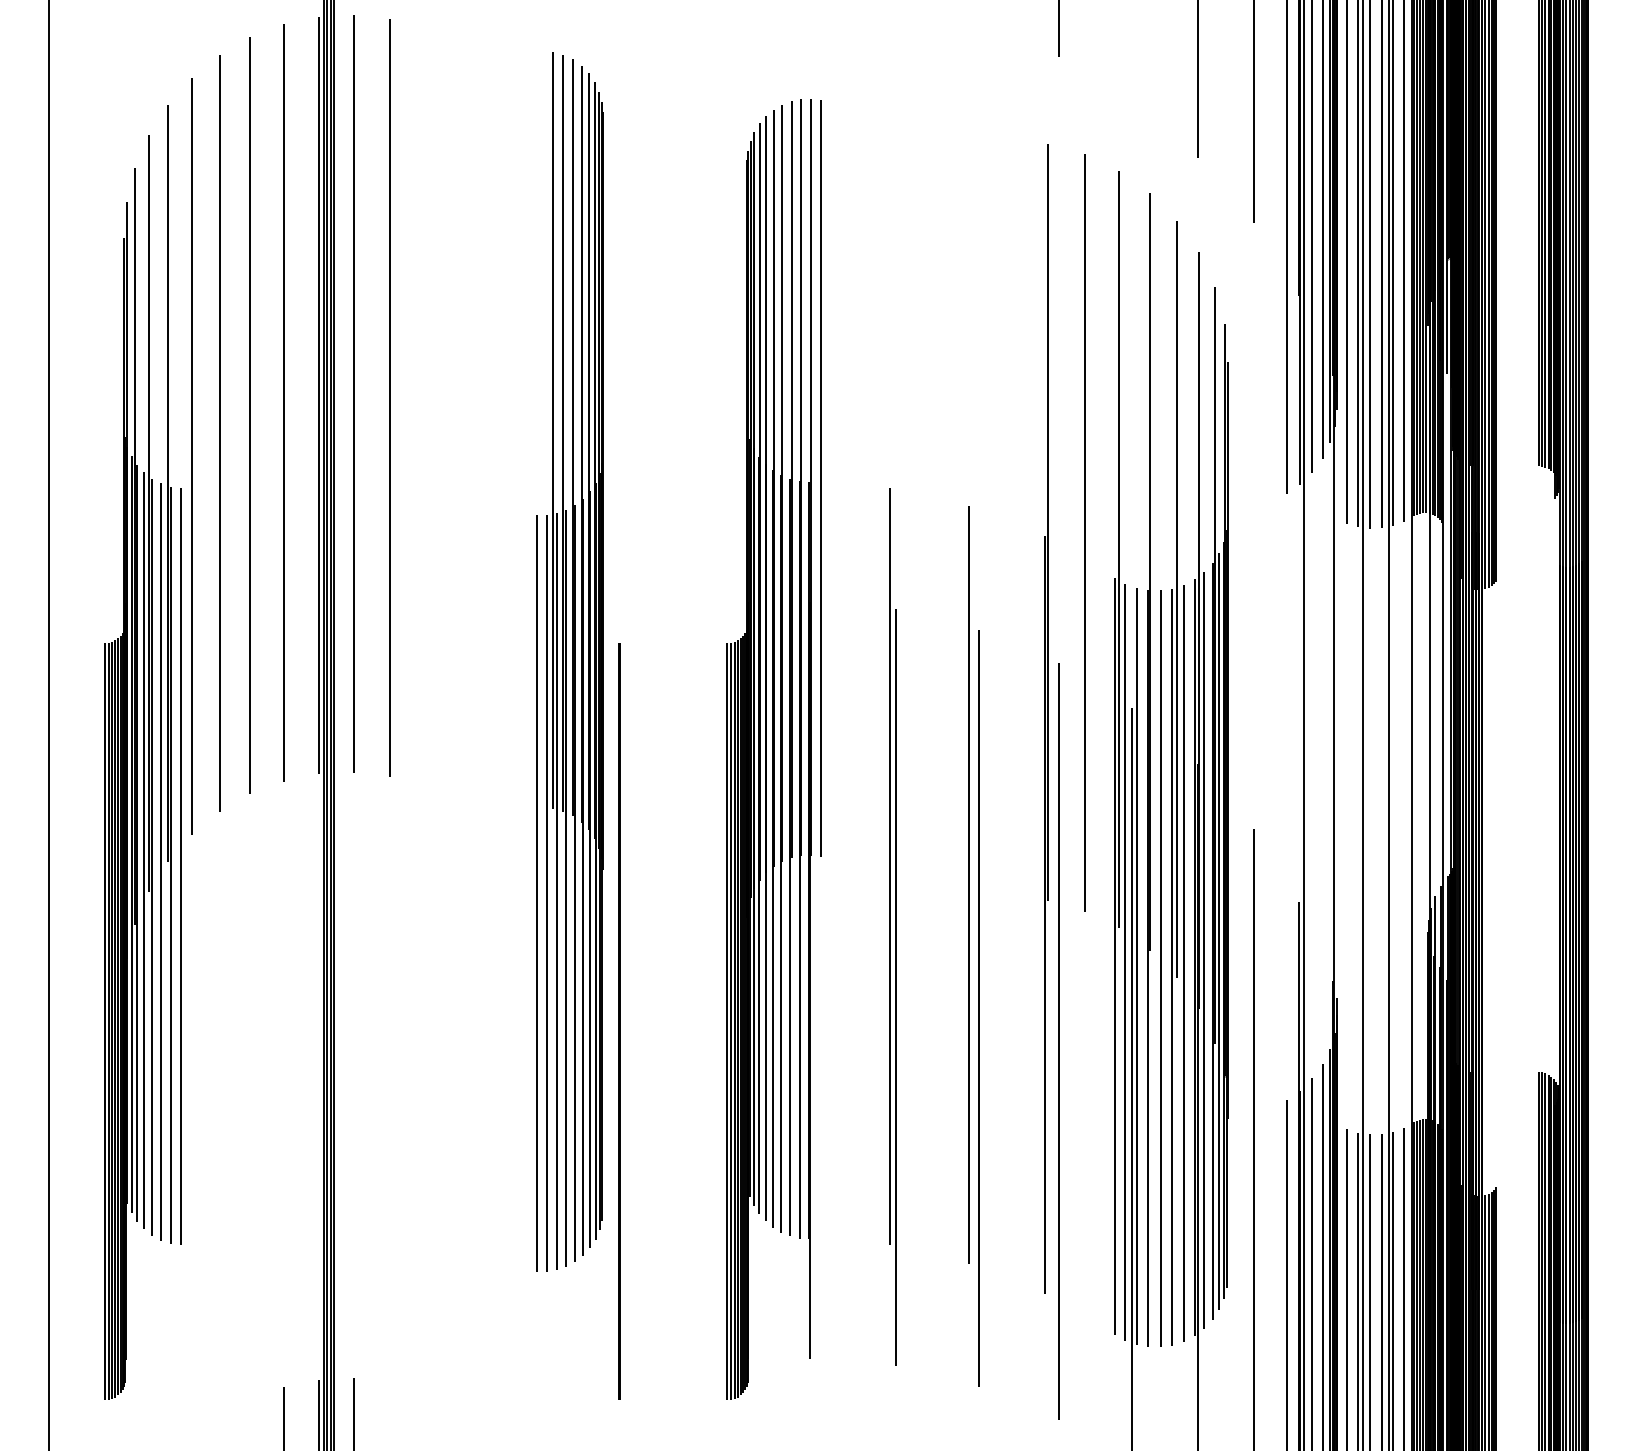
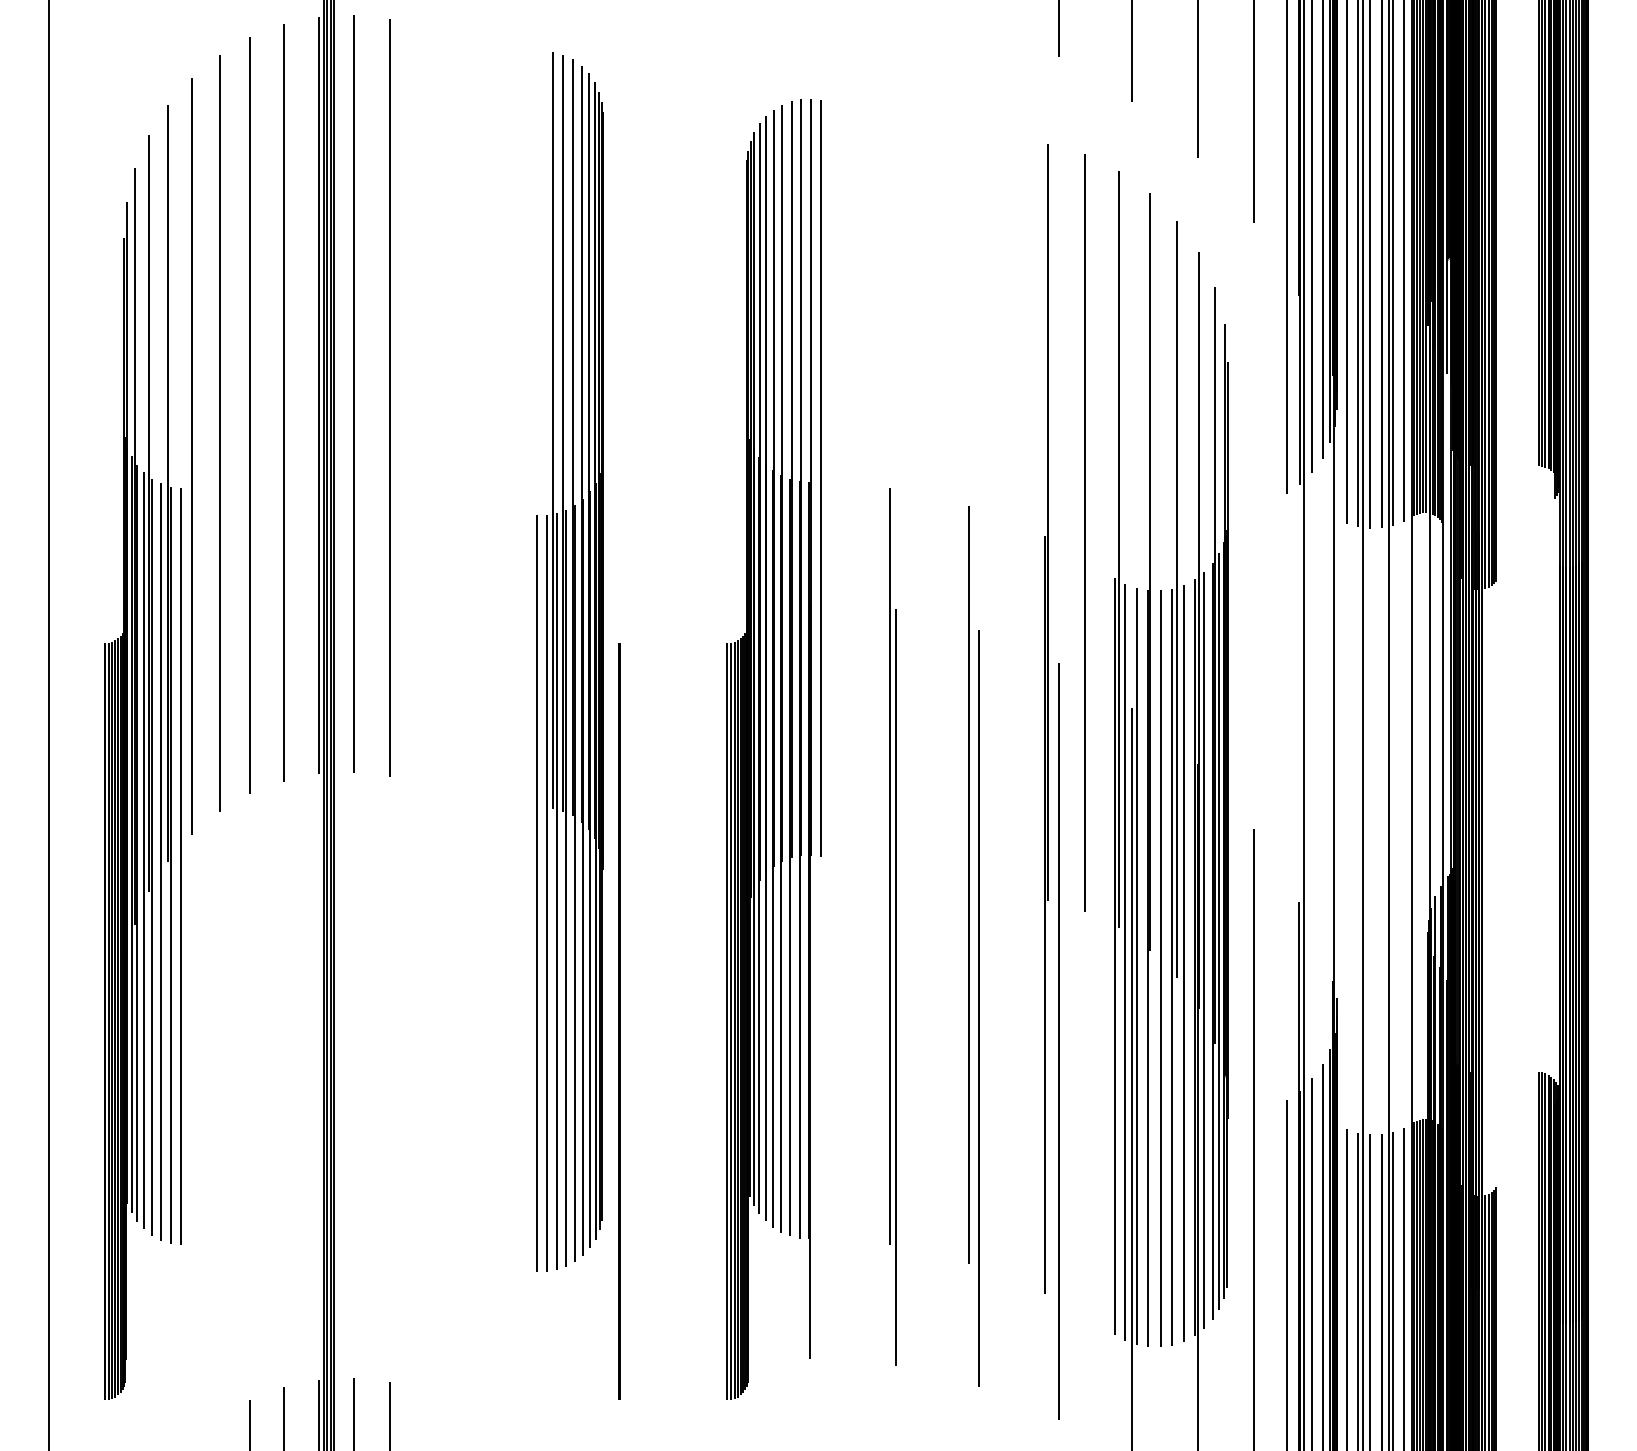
line at (1132, 52): none -> present
line at (389, 1414): none -> present
line at (250, 1423): none -> present
